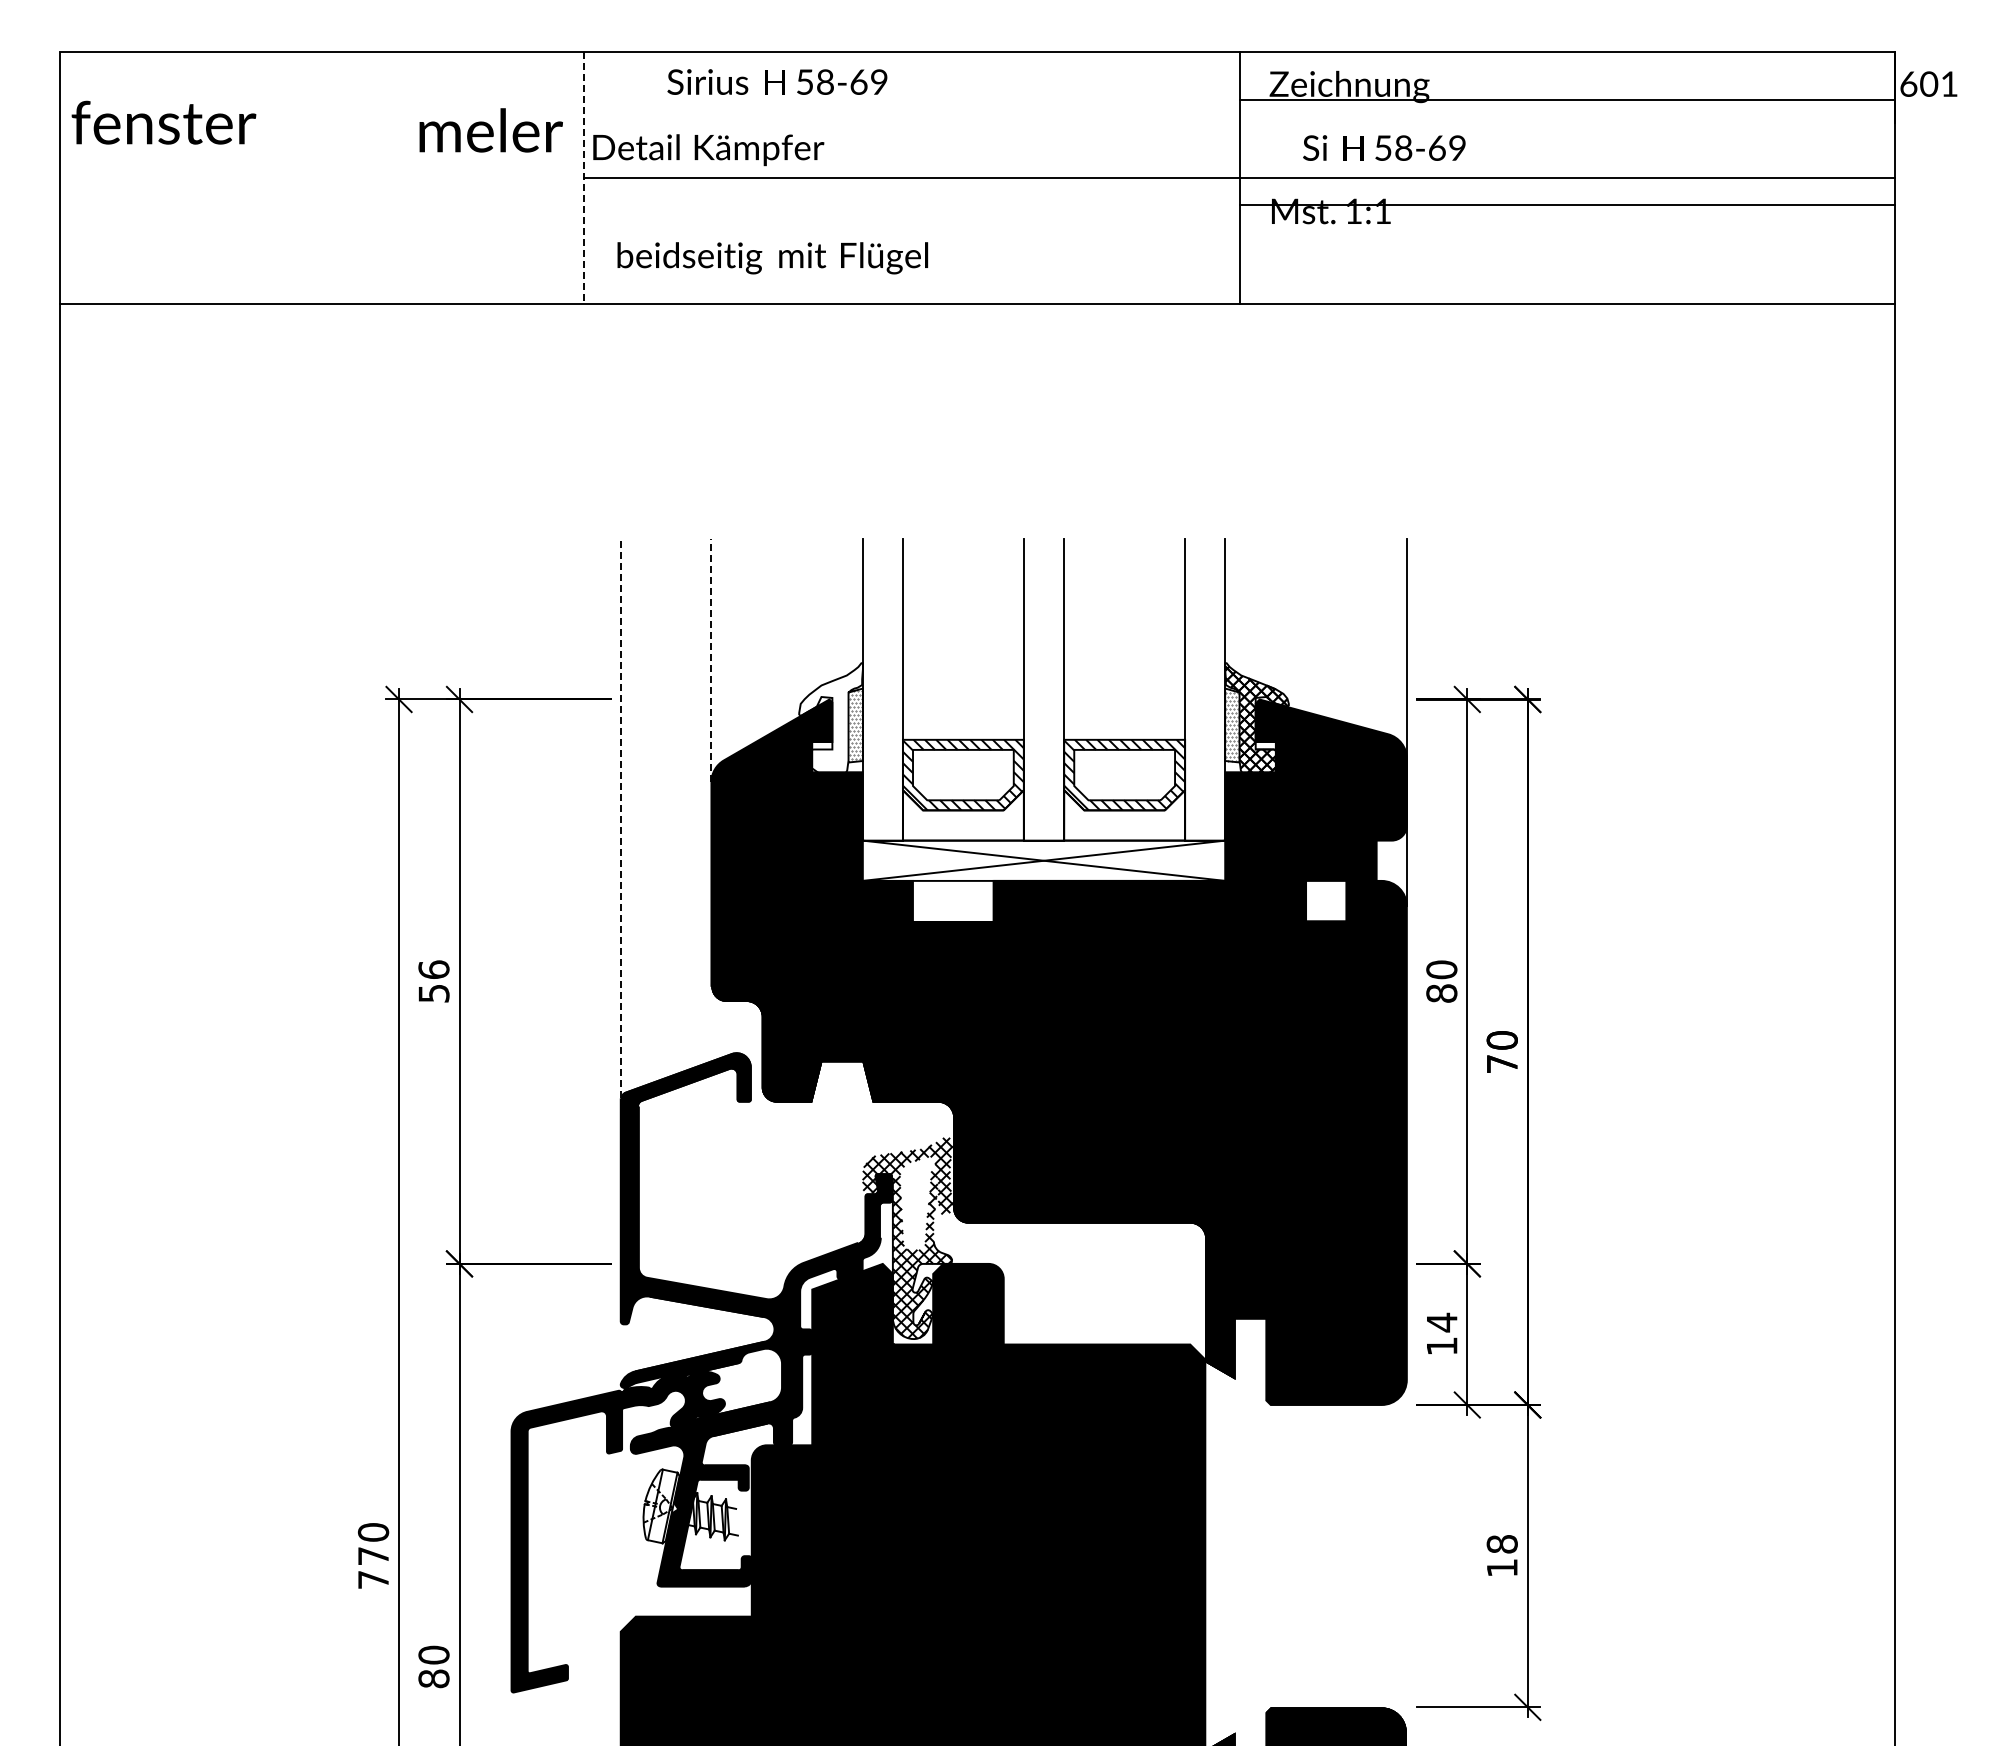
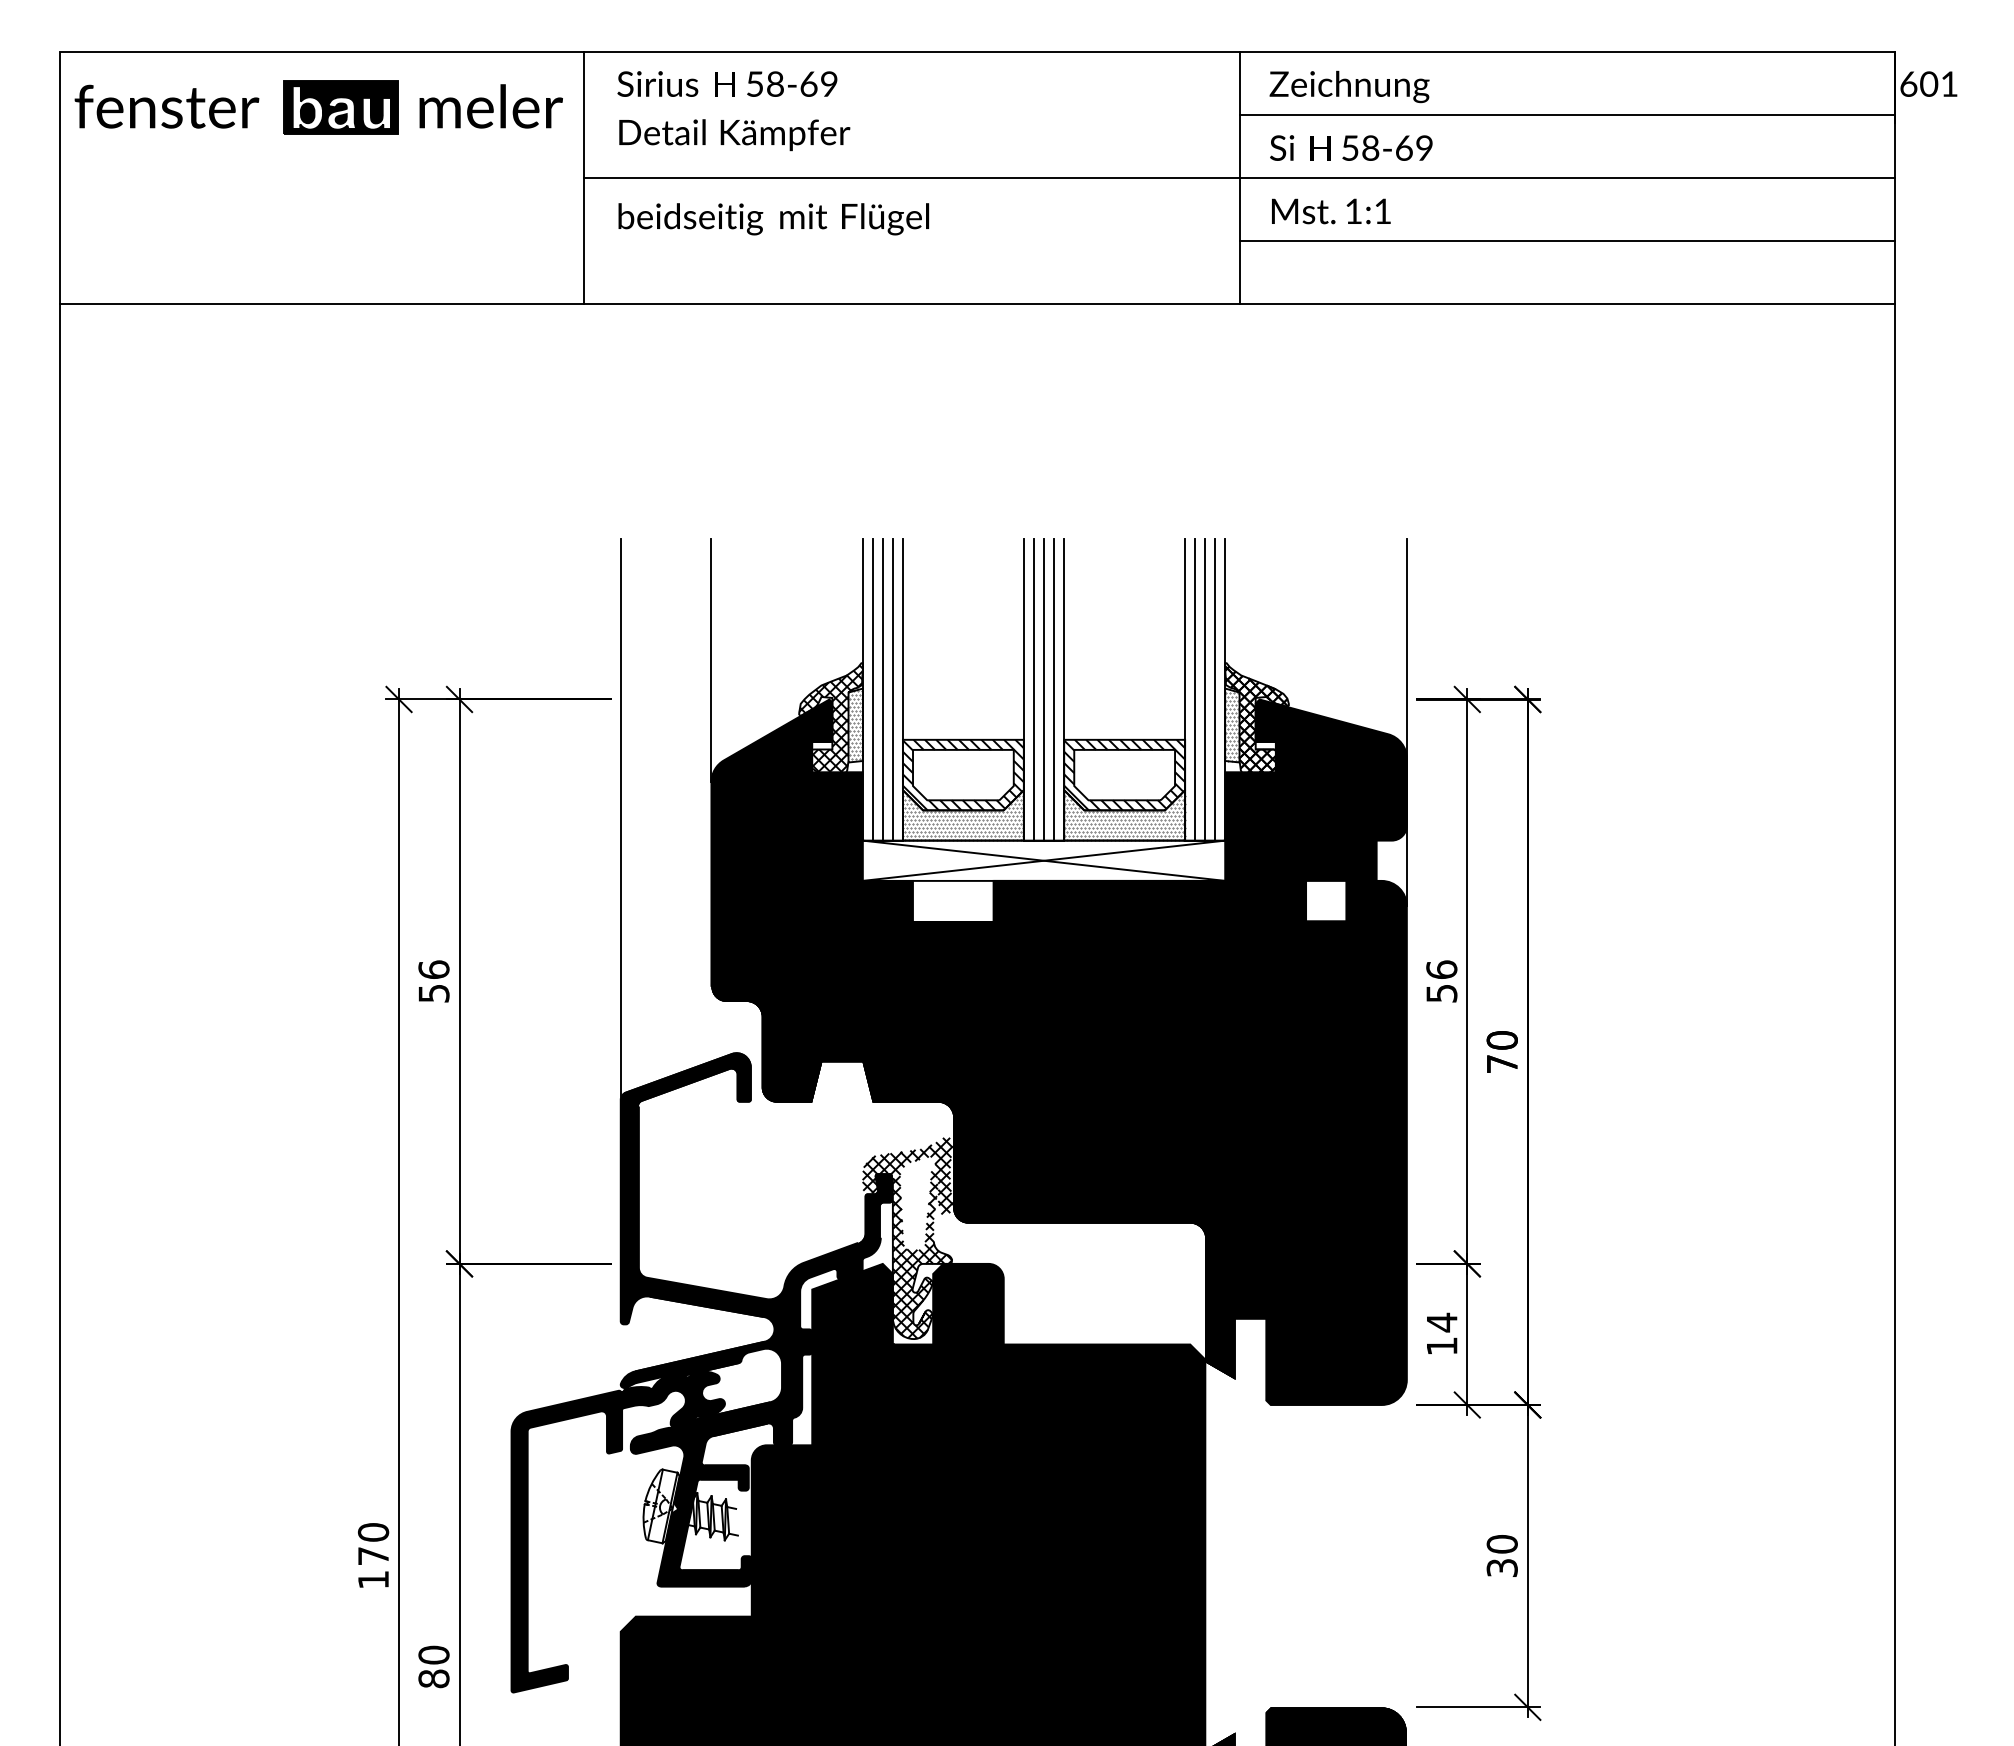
text at (777, 81) position: (777, 81) -> (727, 83)
line at (1566, 100) position: (1566, 100) -> (1566, 115)
part at (340, 107): none -> present
text at (163, 122) position: (163, 122) -> (166, 106)
text at (490, 130) position: (490, 130) -> (490, 106)
text at (1384, 147) position: (1384, 147) -> (1351, 147)
text at (708, 150) position: (708, 150) -> (734, 135)
line at (583, 178): dashed -> solid
line at (1566, 205) position: (1566, 205) -> (1566, 241)
text at (772, 258) position: (772, 258) -> (773, 219)
line at (711, 660): dashed -> solid
line at (872, 689): none -> present
line at (882, 689): none -> present
line at (892, 689): none -> present
line at (1033, 689): none -> present
line at (1044, 689): none -> present
line at (1054, 689): none -> present
line at (1195, 689): none -> present
line at (1205, 689): none -> present
line at (1215, 689): none -> present
hatch at (830, 718): none -> present
line at (620, 818): dashed -> solid
hatch at (963, 818): none -> present
hatch at (1124, 818): none -> present
text at (1441, 981): 80 -> 56
text at (1501, 1555): 18 -> 30
text at (373, 1579): 770 -> 170
